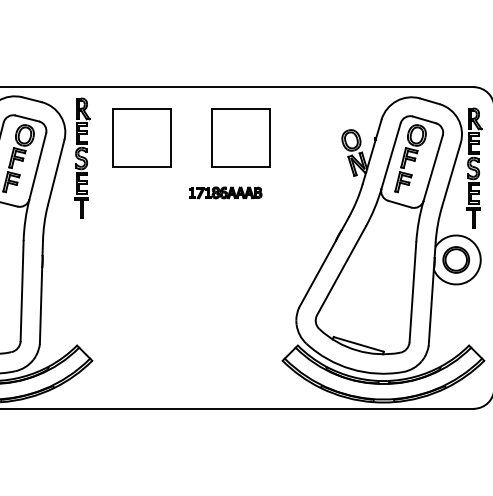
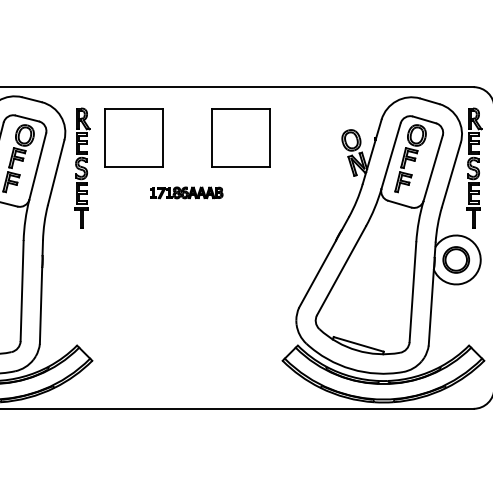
part at (141, 137) position: (141, 137) -> (133, 137)
part at (82, 157) position: (82, 157) -> (82, 167)
part at (225, 192) position: (225, 192) -> (186, 192)
